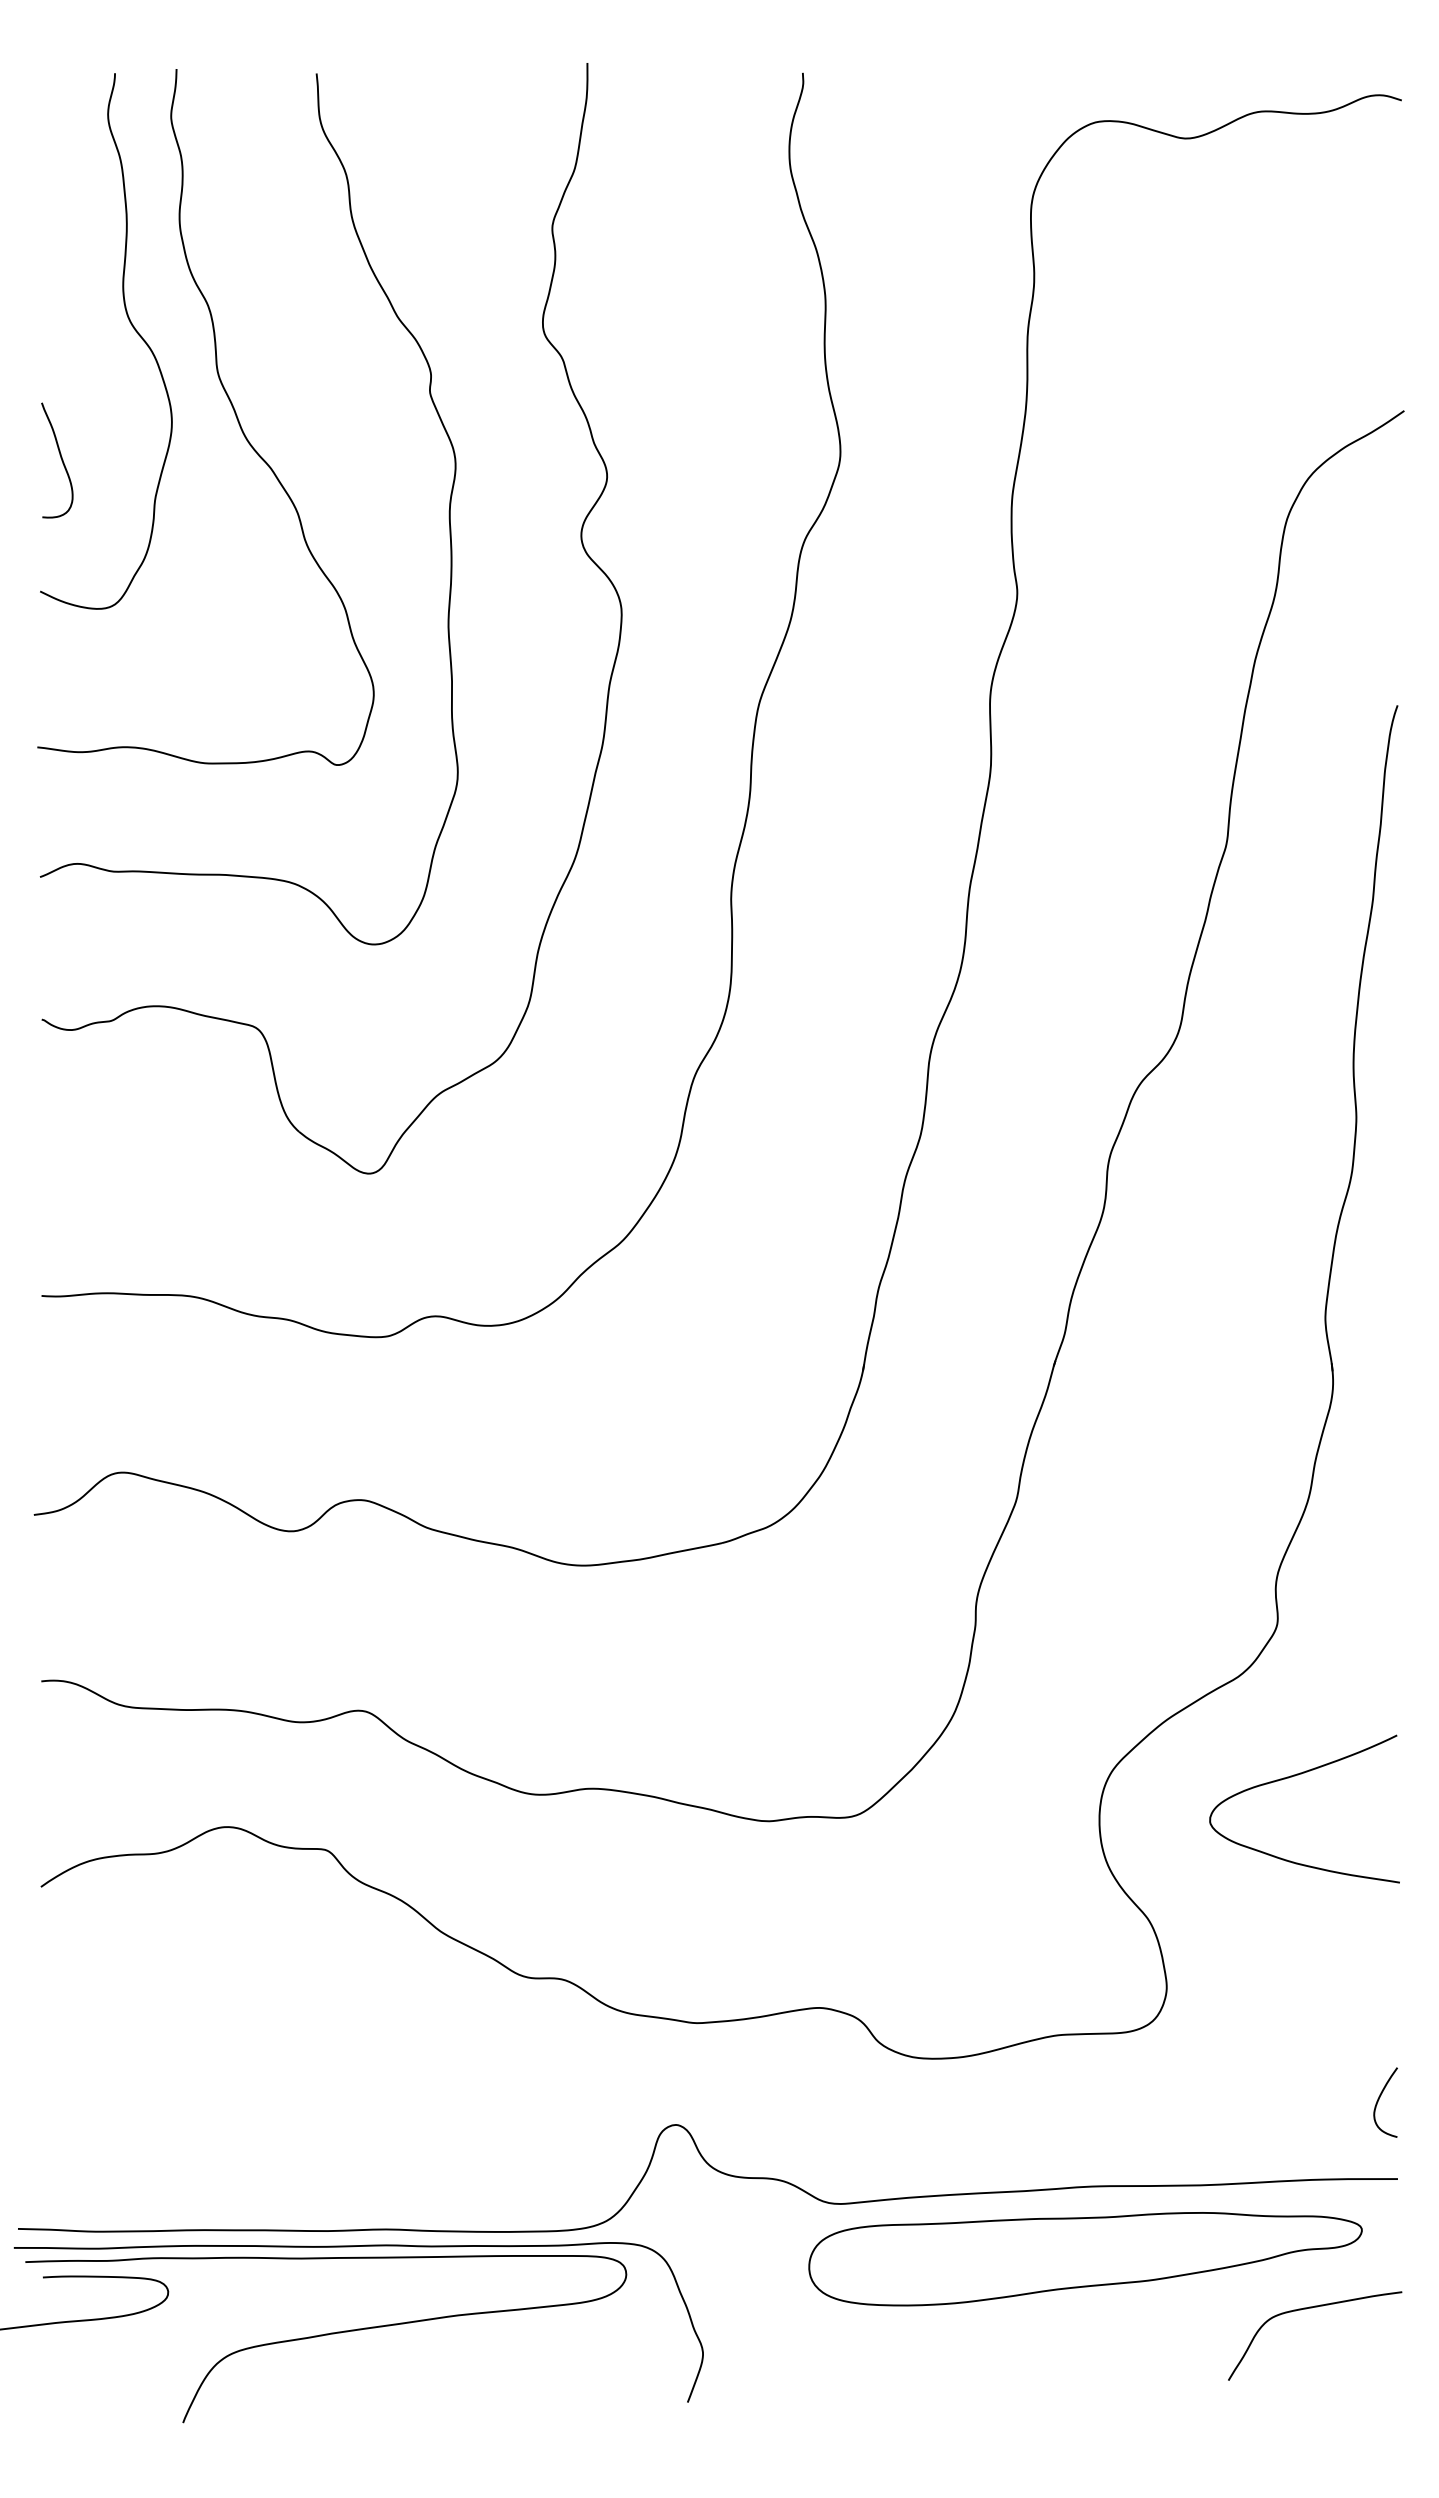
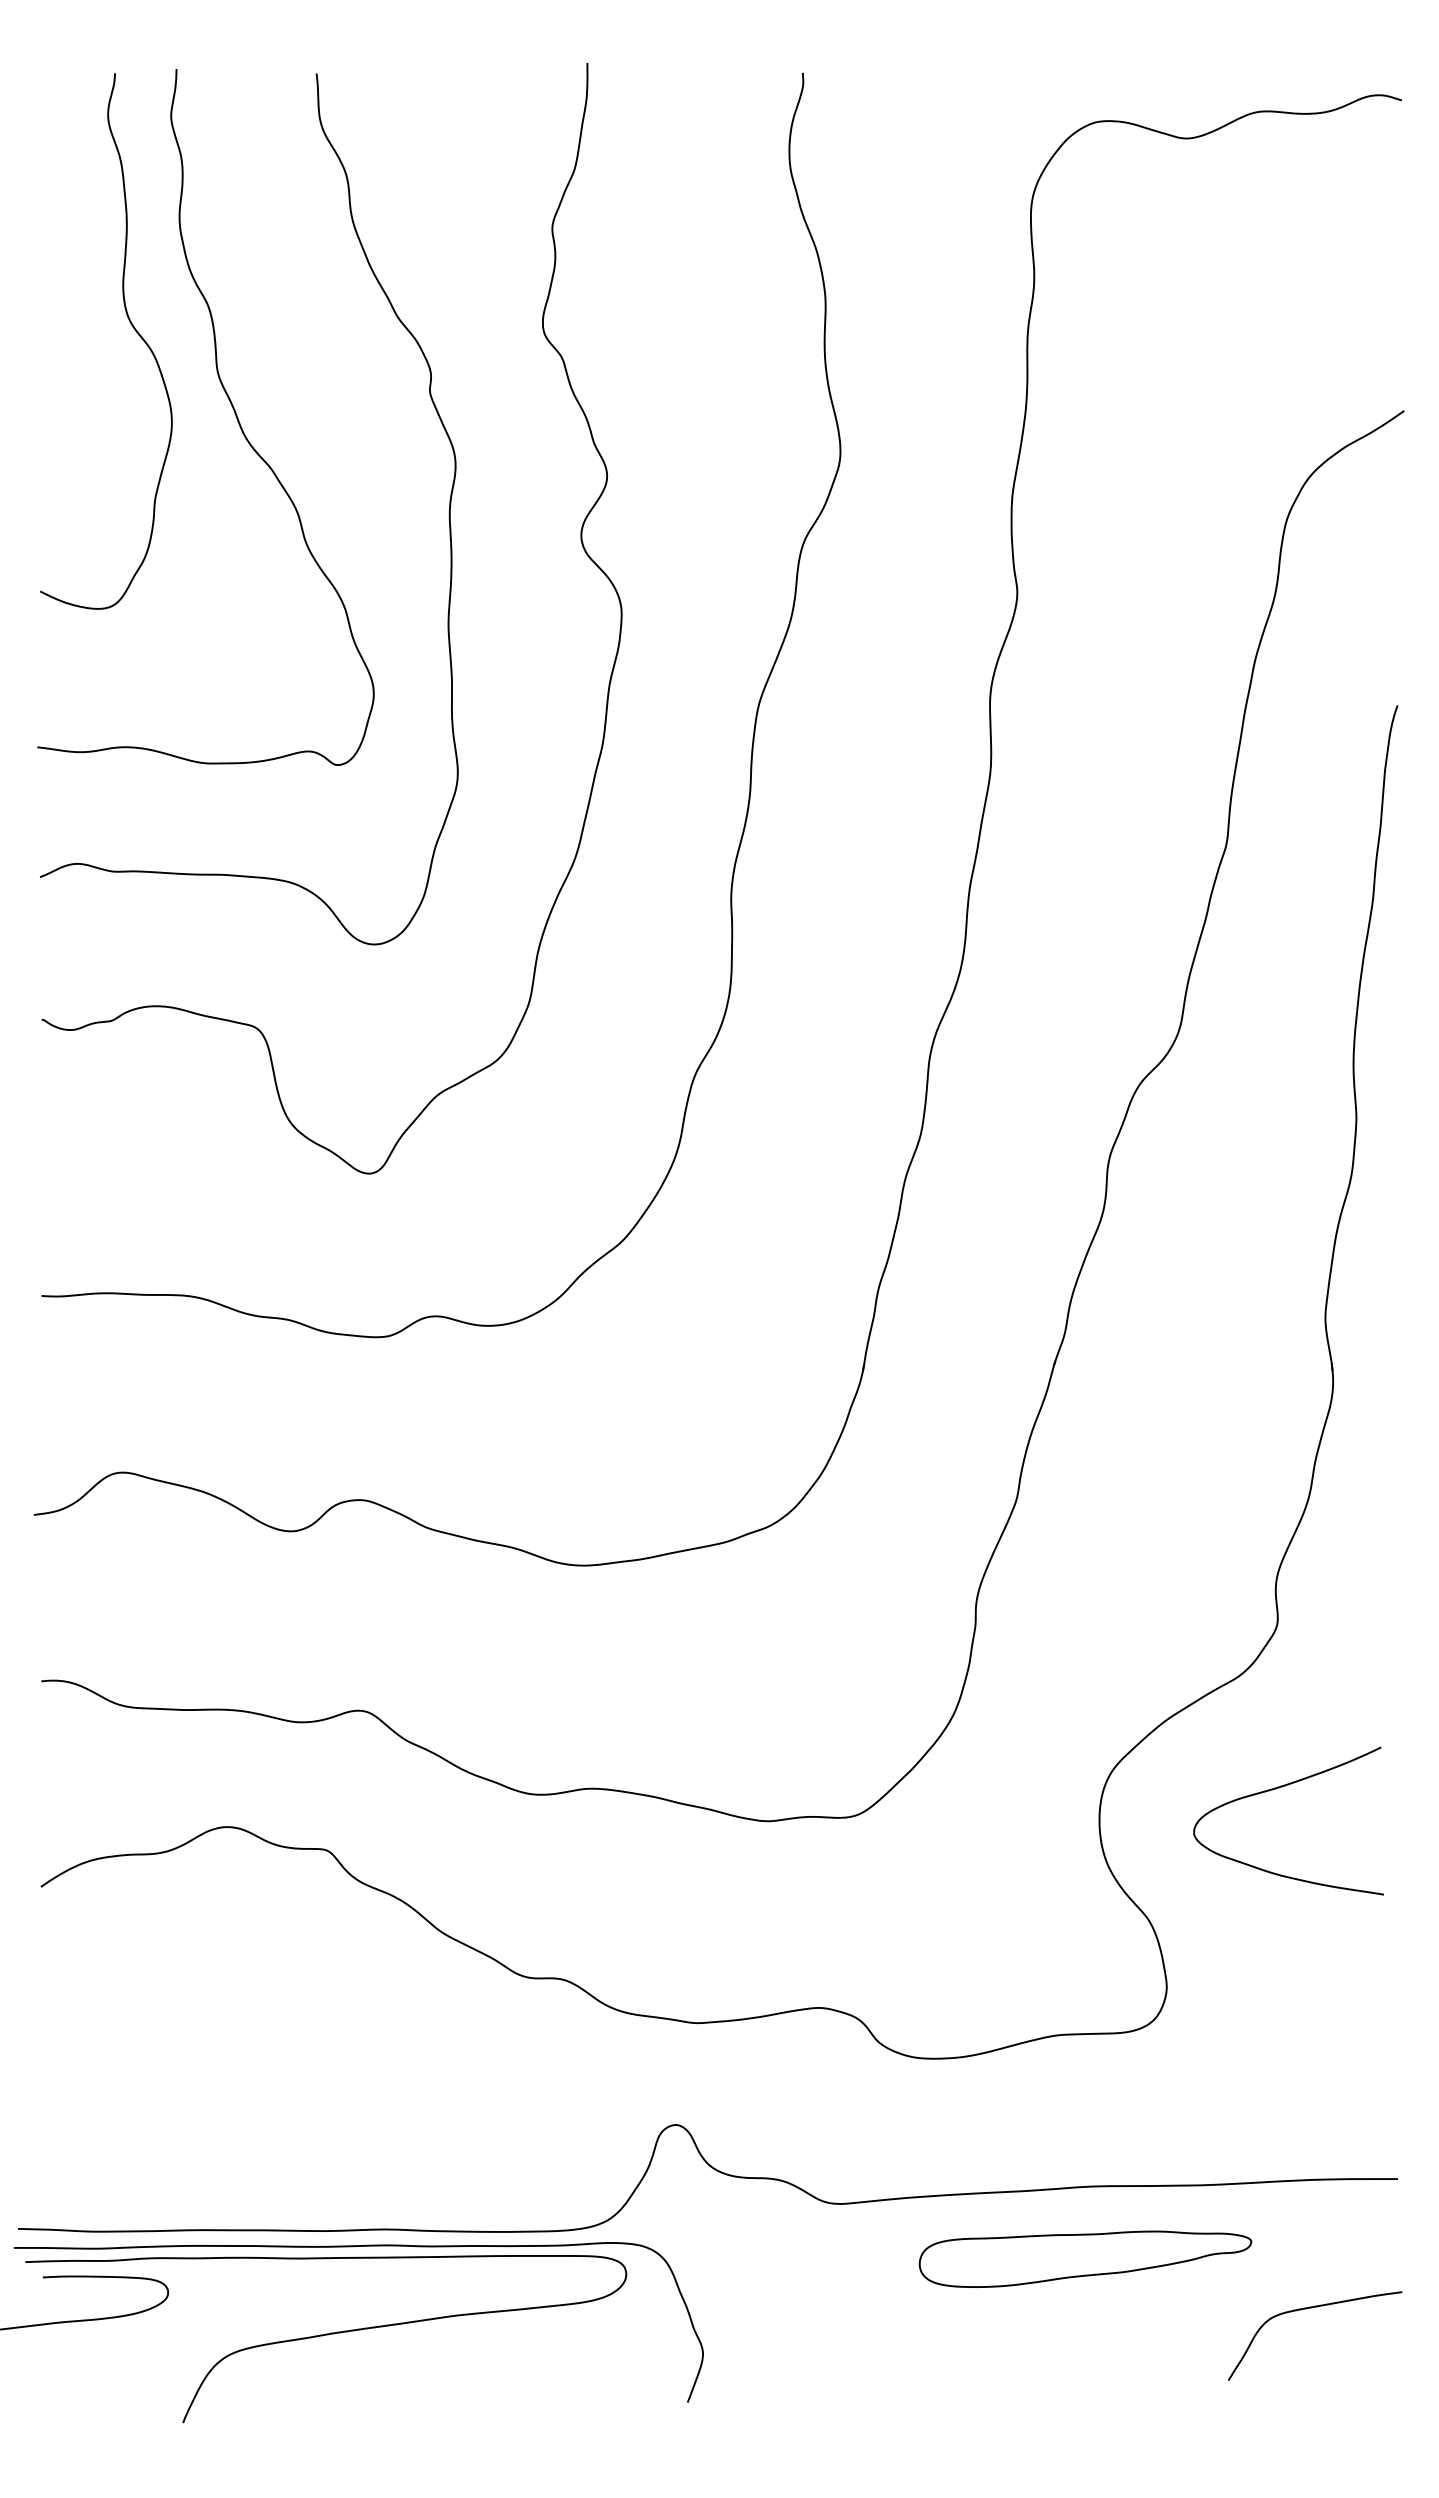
curve at (60, 458): present -> none
curve at (1295, 1776) position: (1295, 1776) -> (1279, 1788)
curve at (1379, 2099): present -> none
part at (1085, 2259) size: 555x95 px -> 335x58 px
